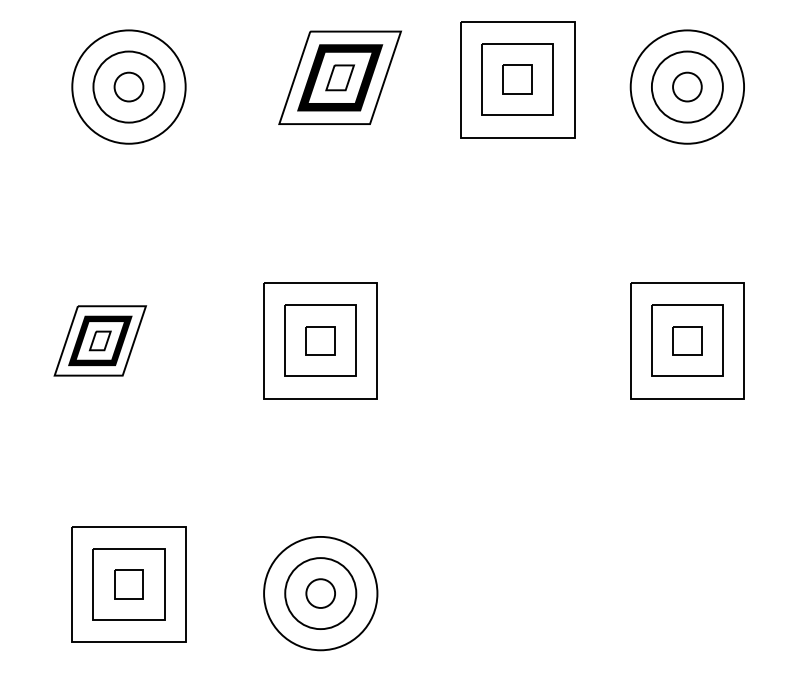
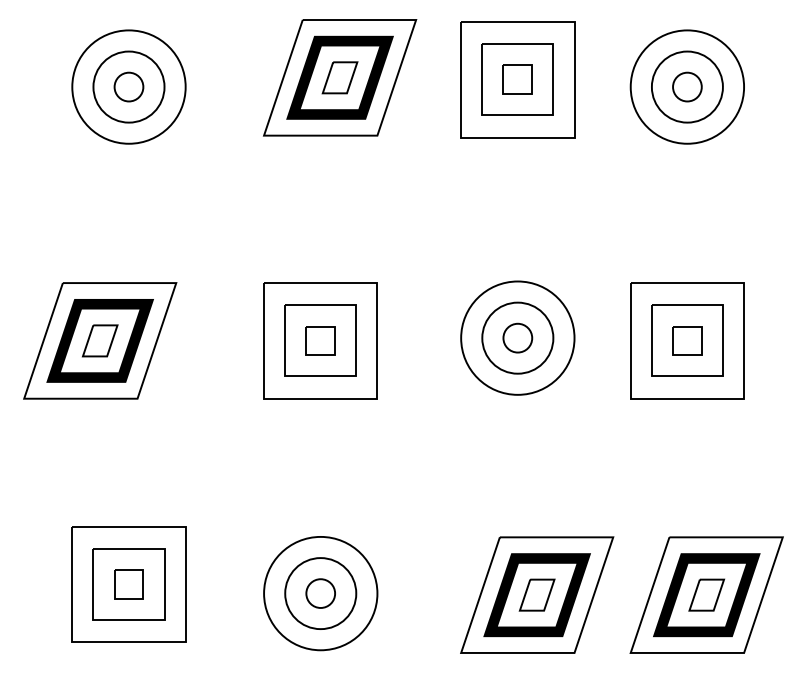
part at (339, 77) size: 124x95 px -> 155x118 px
part at (517, 337): none -> present
part at (100, 340) size: 95x72 px -> 155x118 px
part at (537, 594): none -> present
part at (706, 594): none -> present
